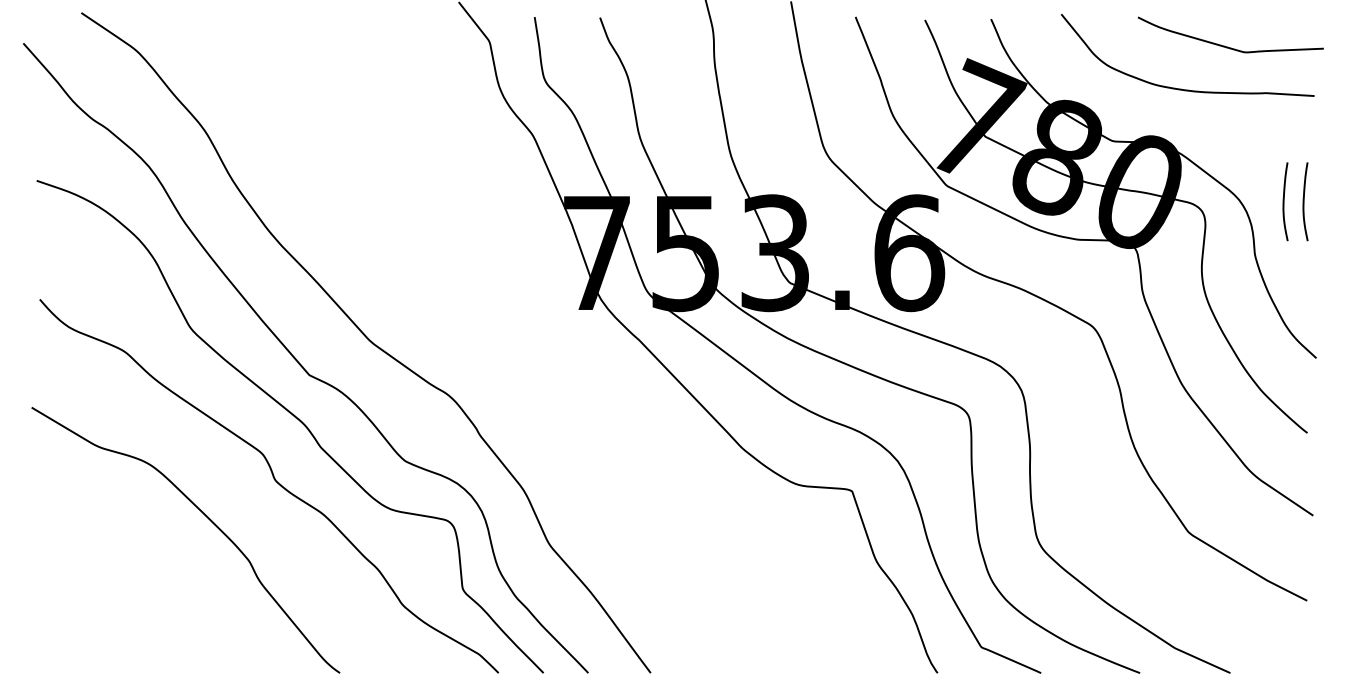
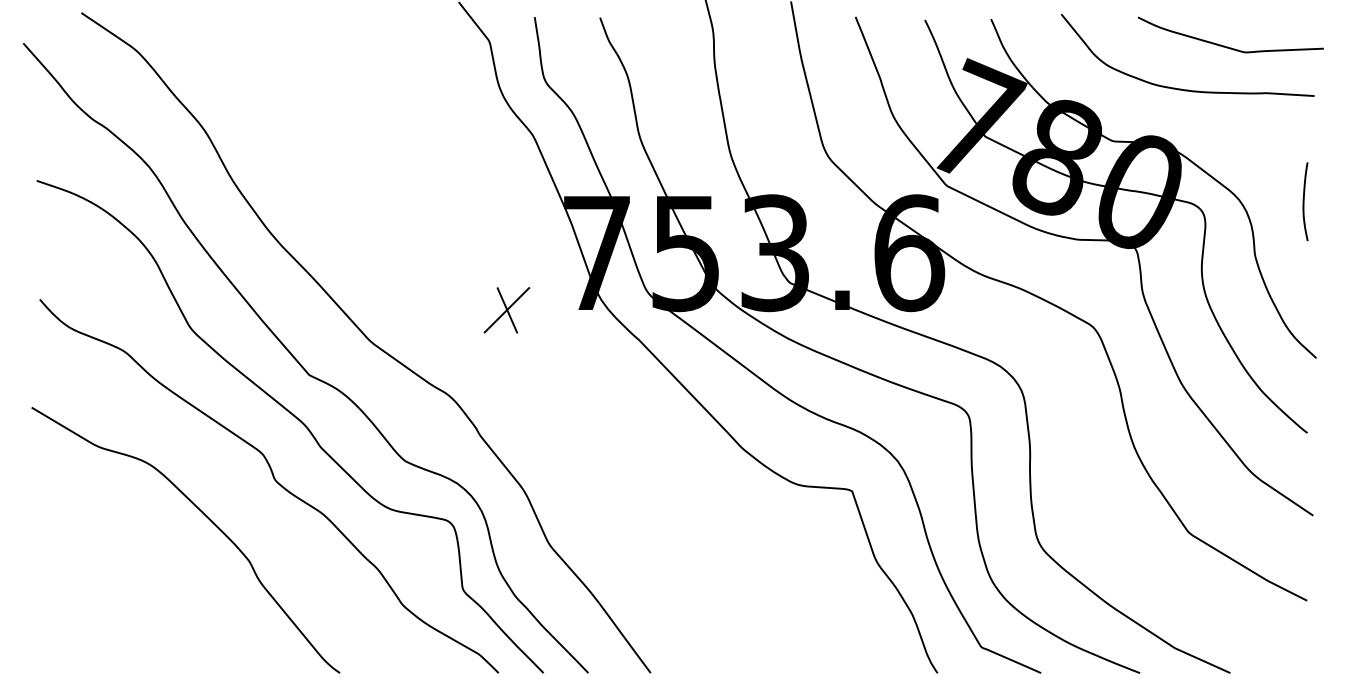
curve at (1284, 201): present -> none
part at (506, 310): none -> present
